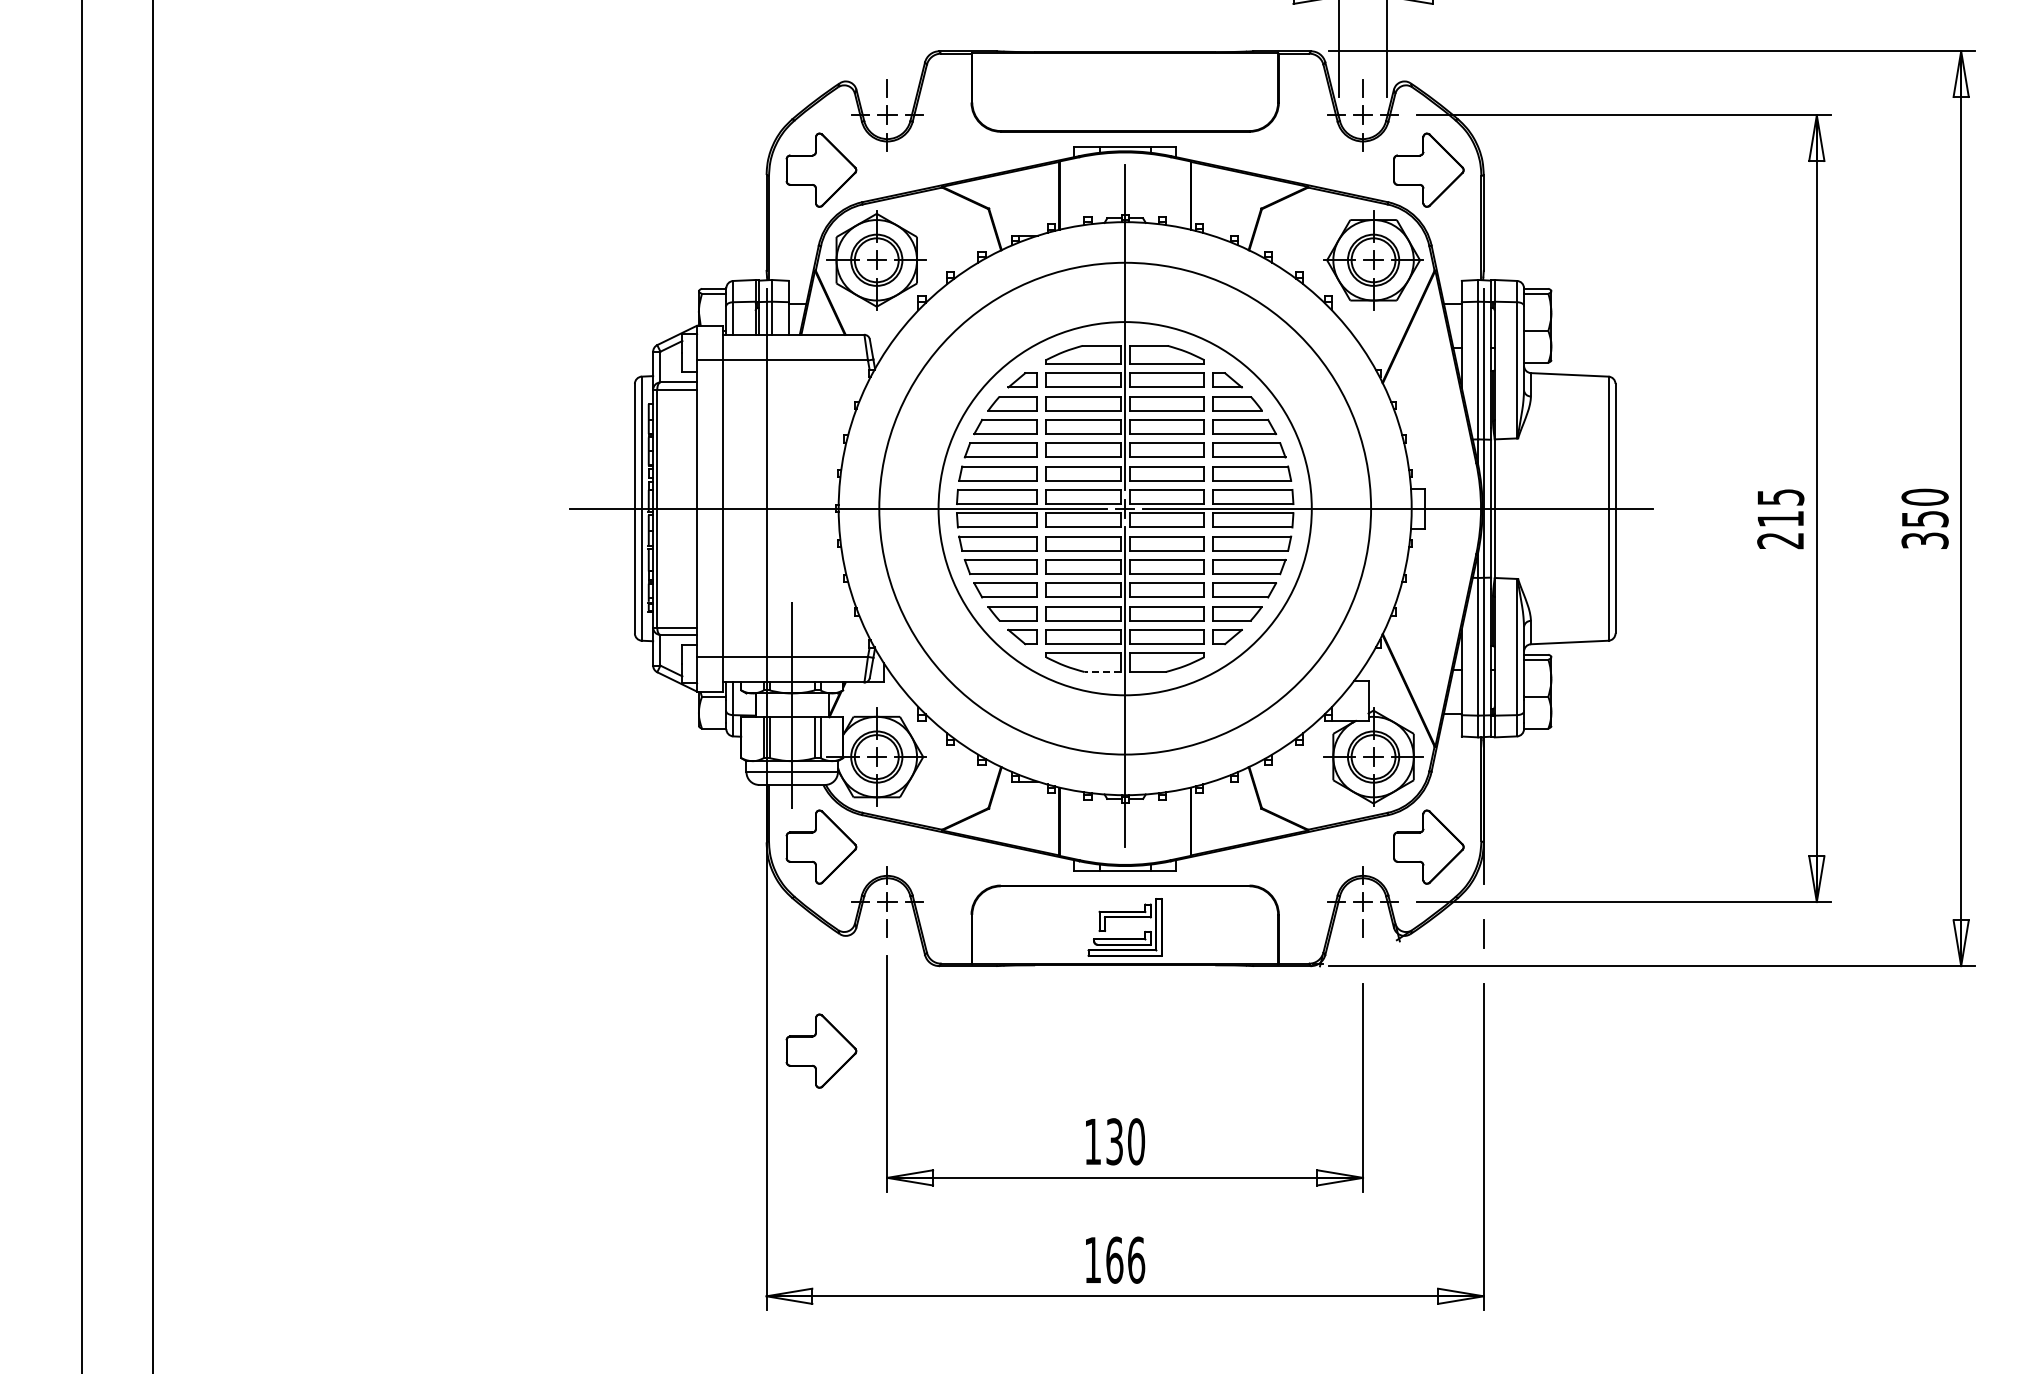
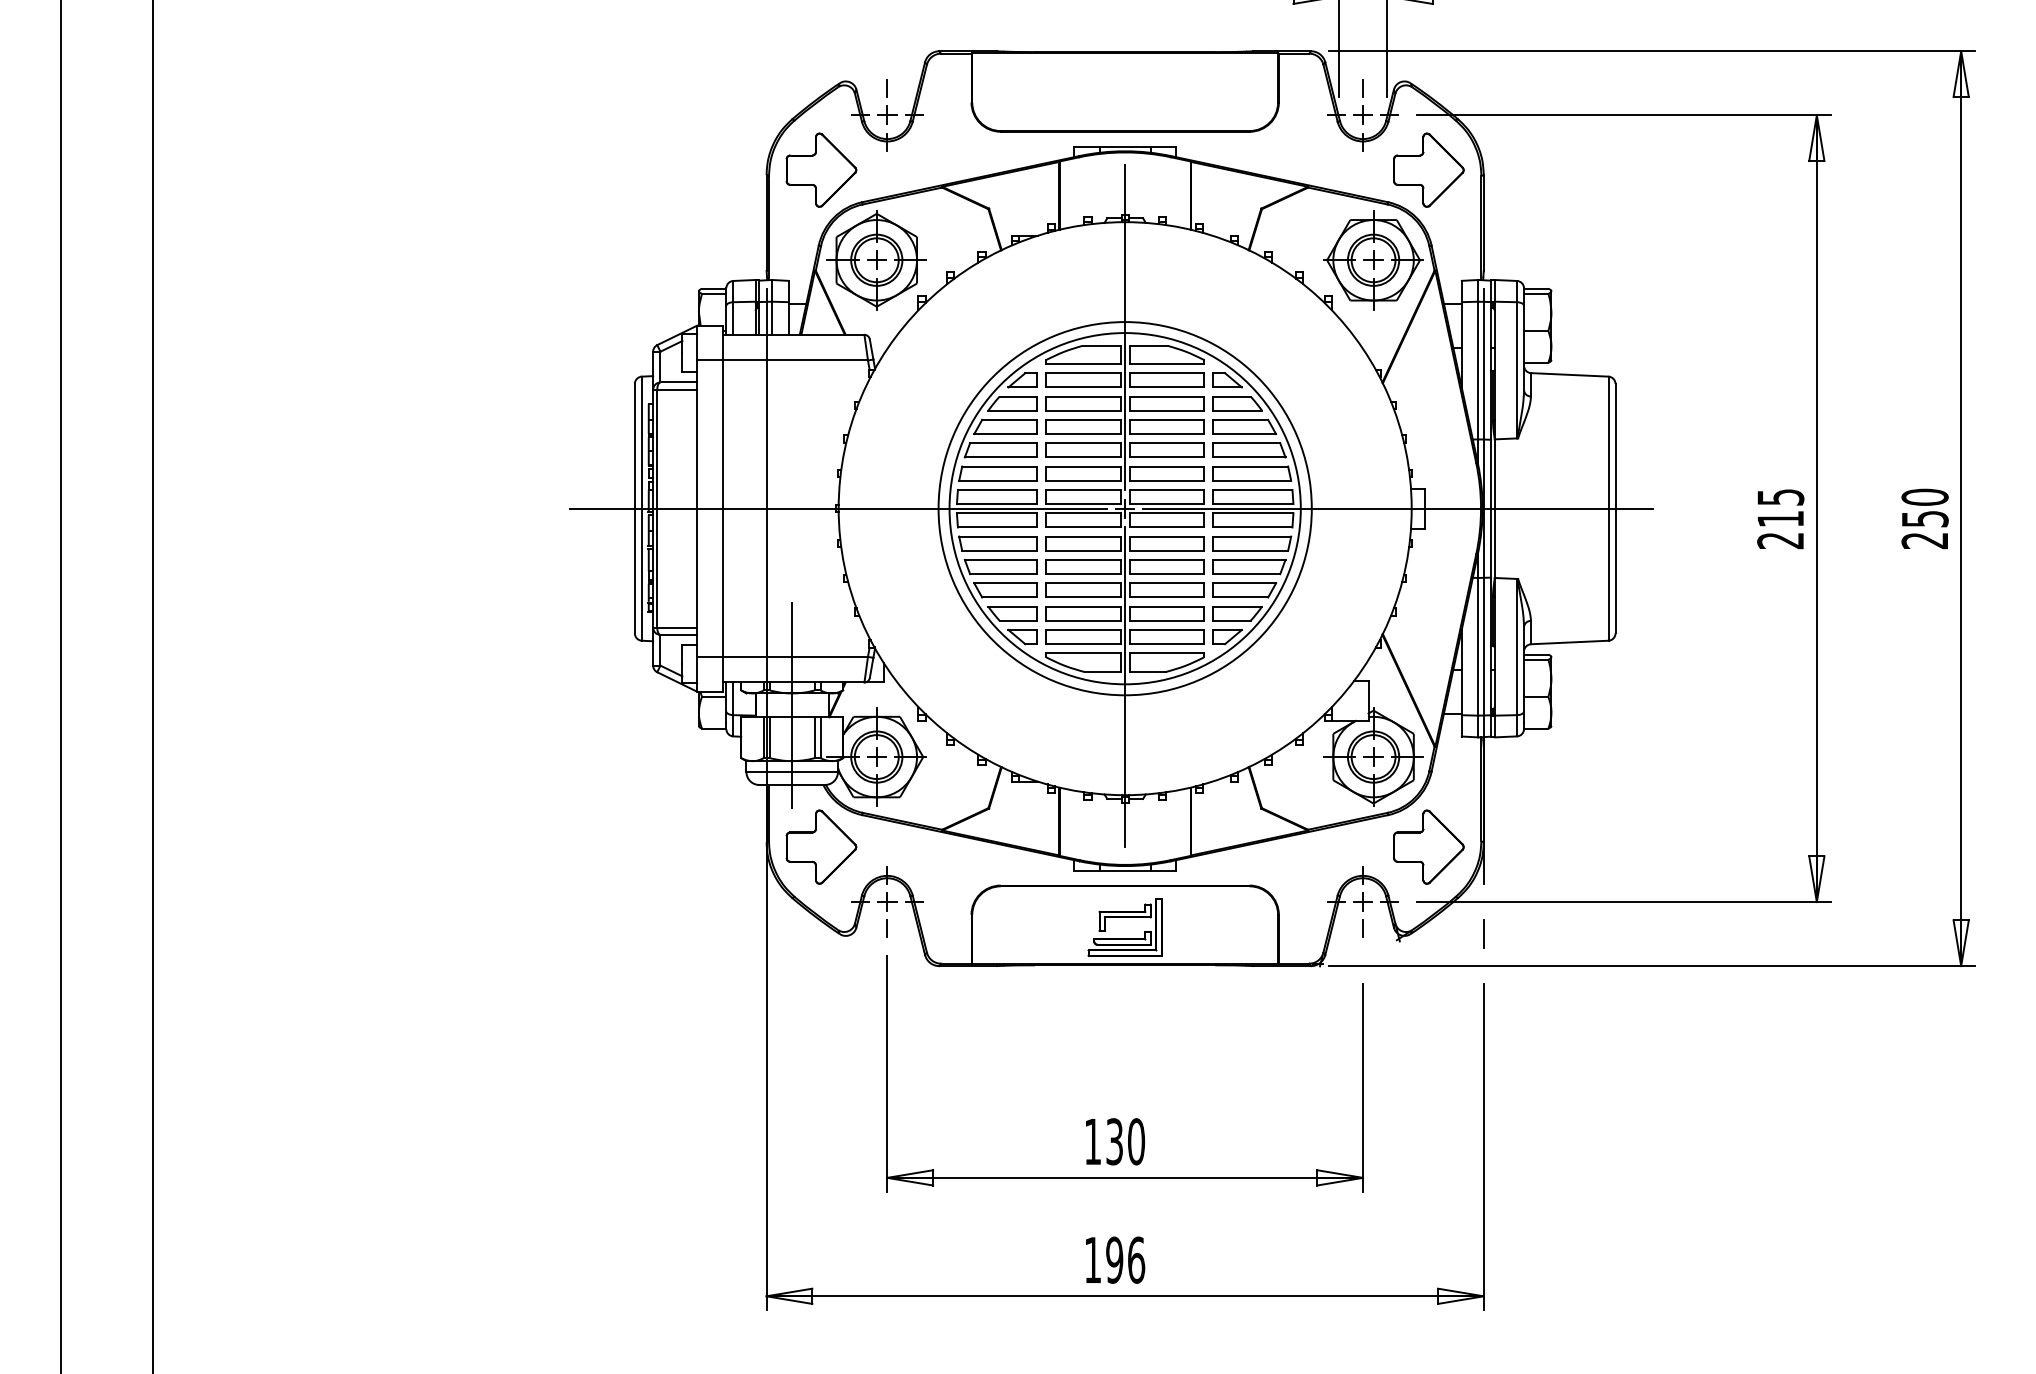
circle at (1125, 508) diameter: 492 px -> 351 px
text at (1924, 540): 350 -> 250
line at (1102, 672): dashed -> solid
line at (82, 686) position: (82, 686) -> (61, 686)
part at (821, 1050): present -> none
text at (1114, 1259): 166 -> 196
